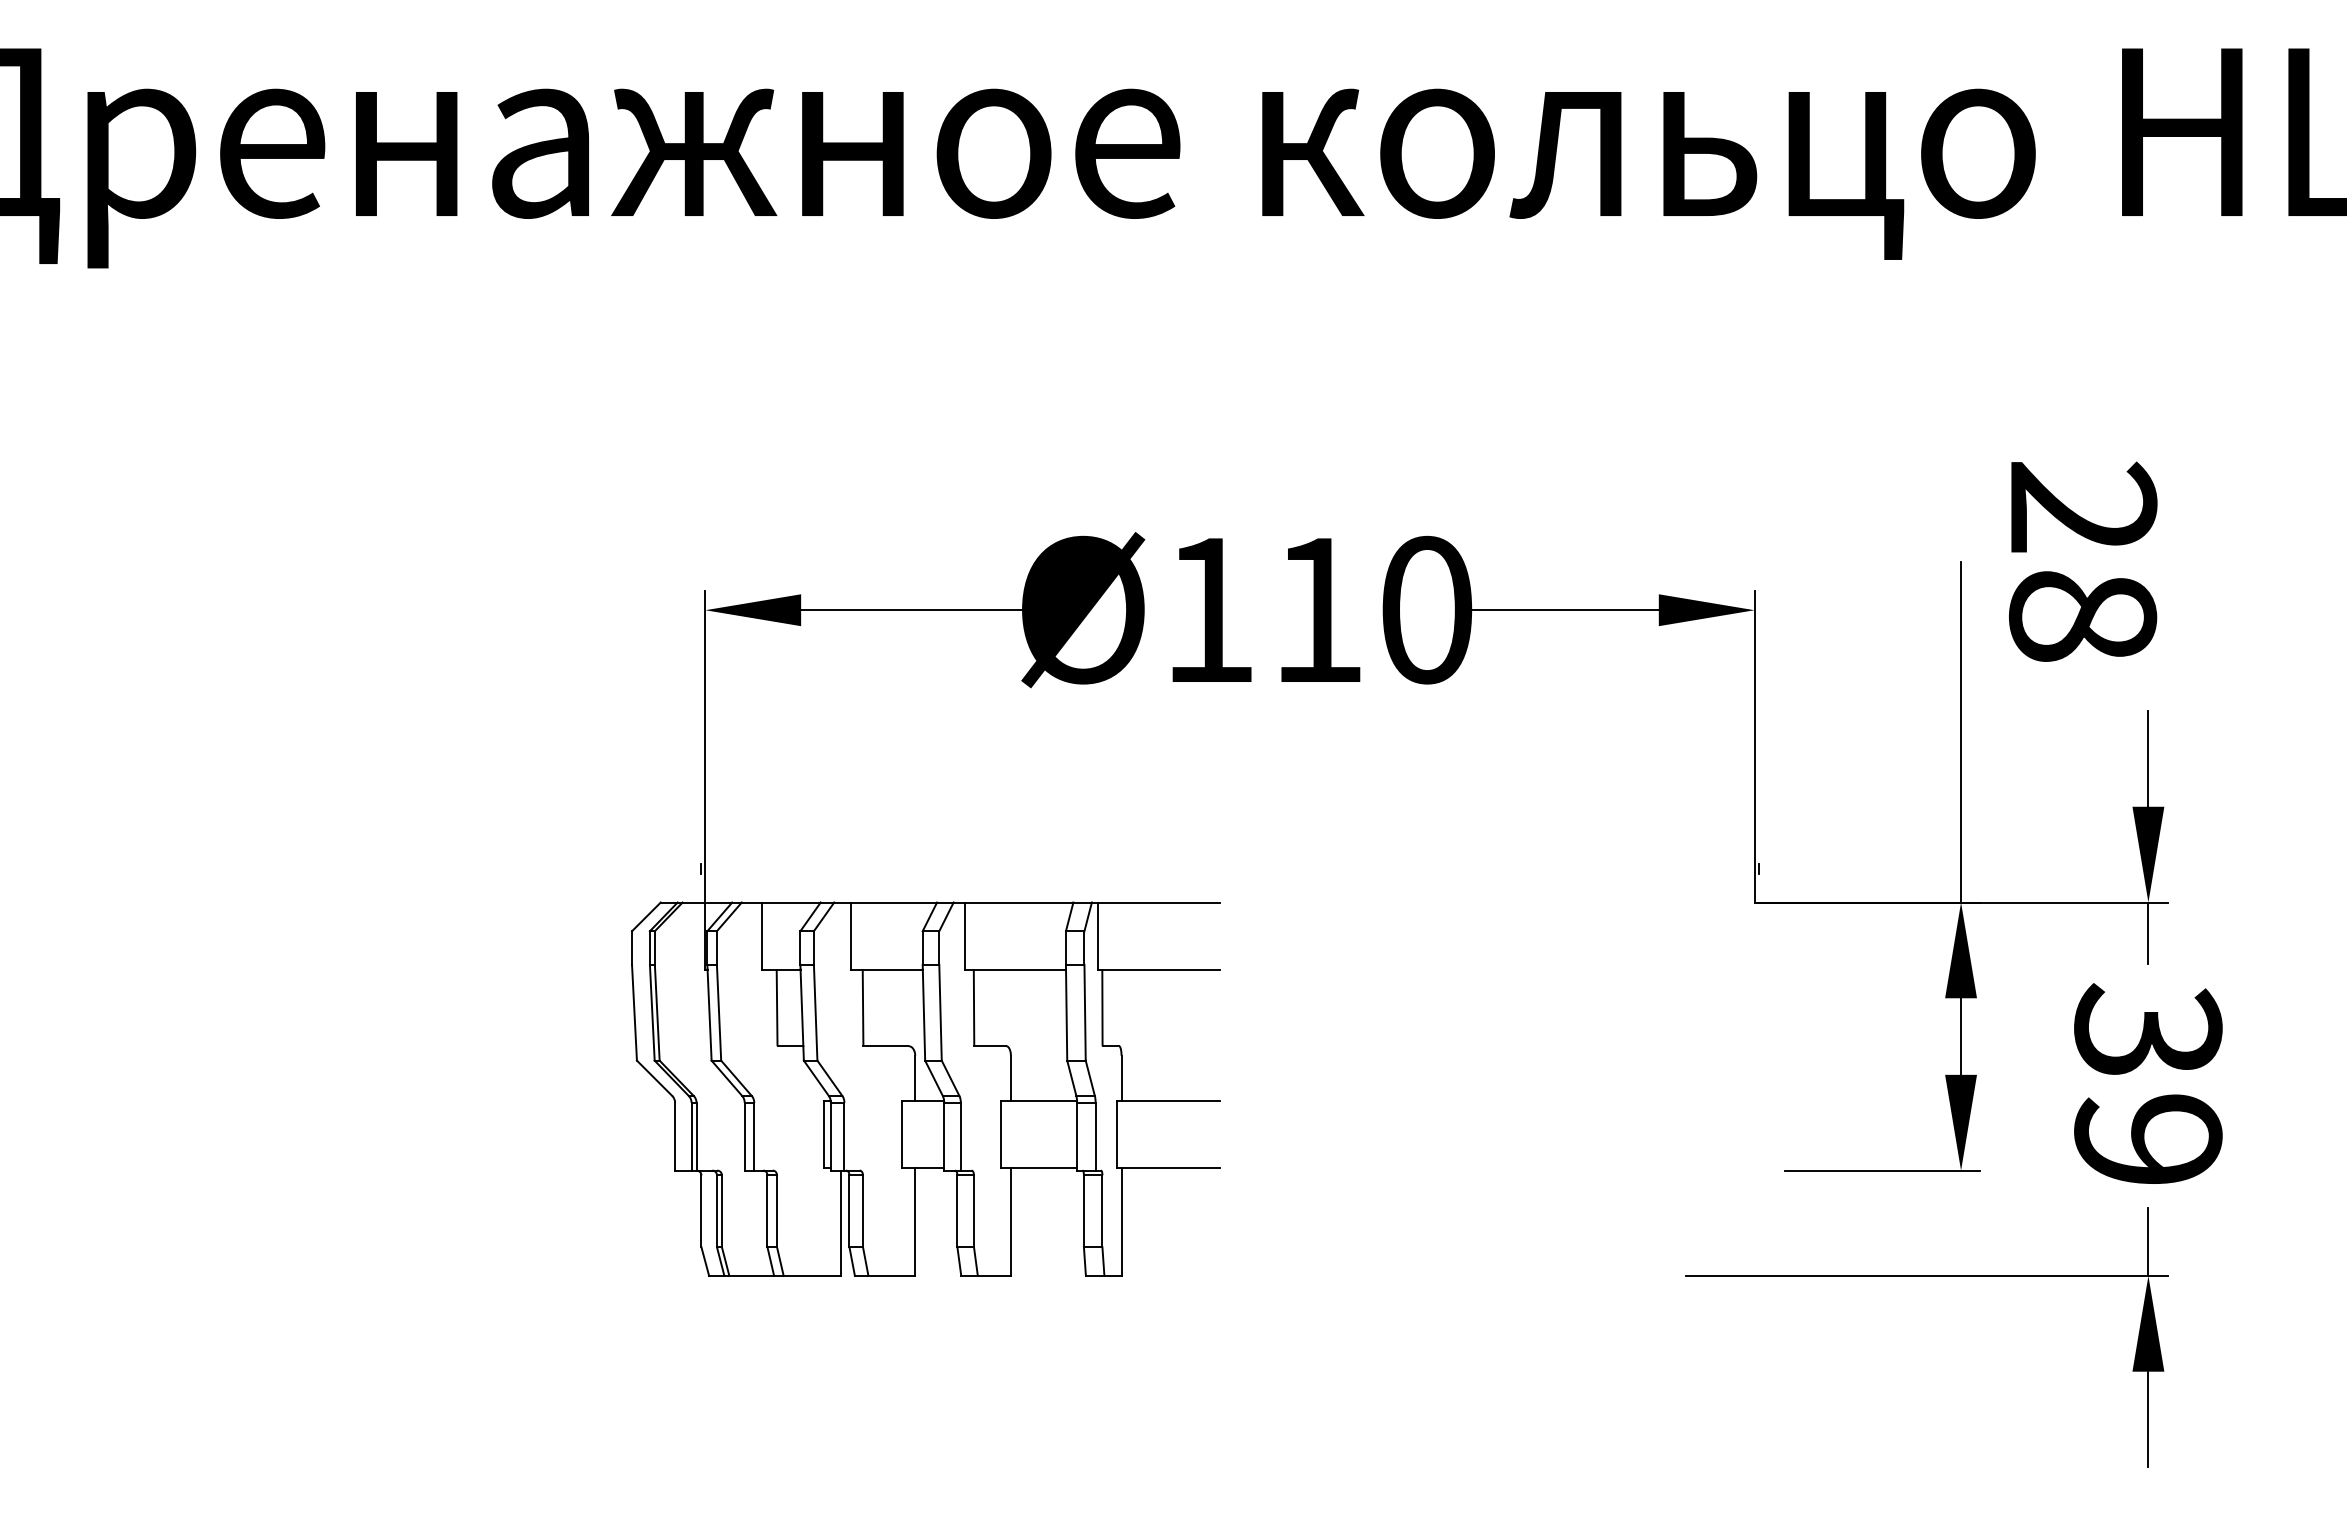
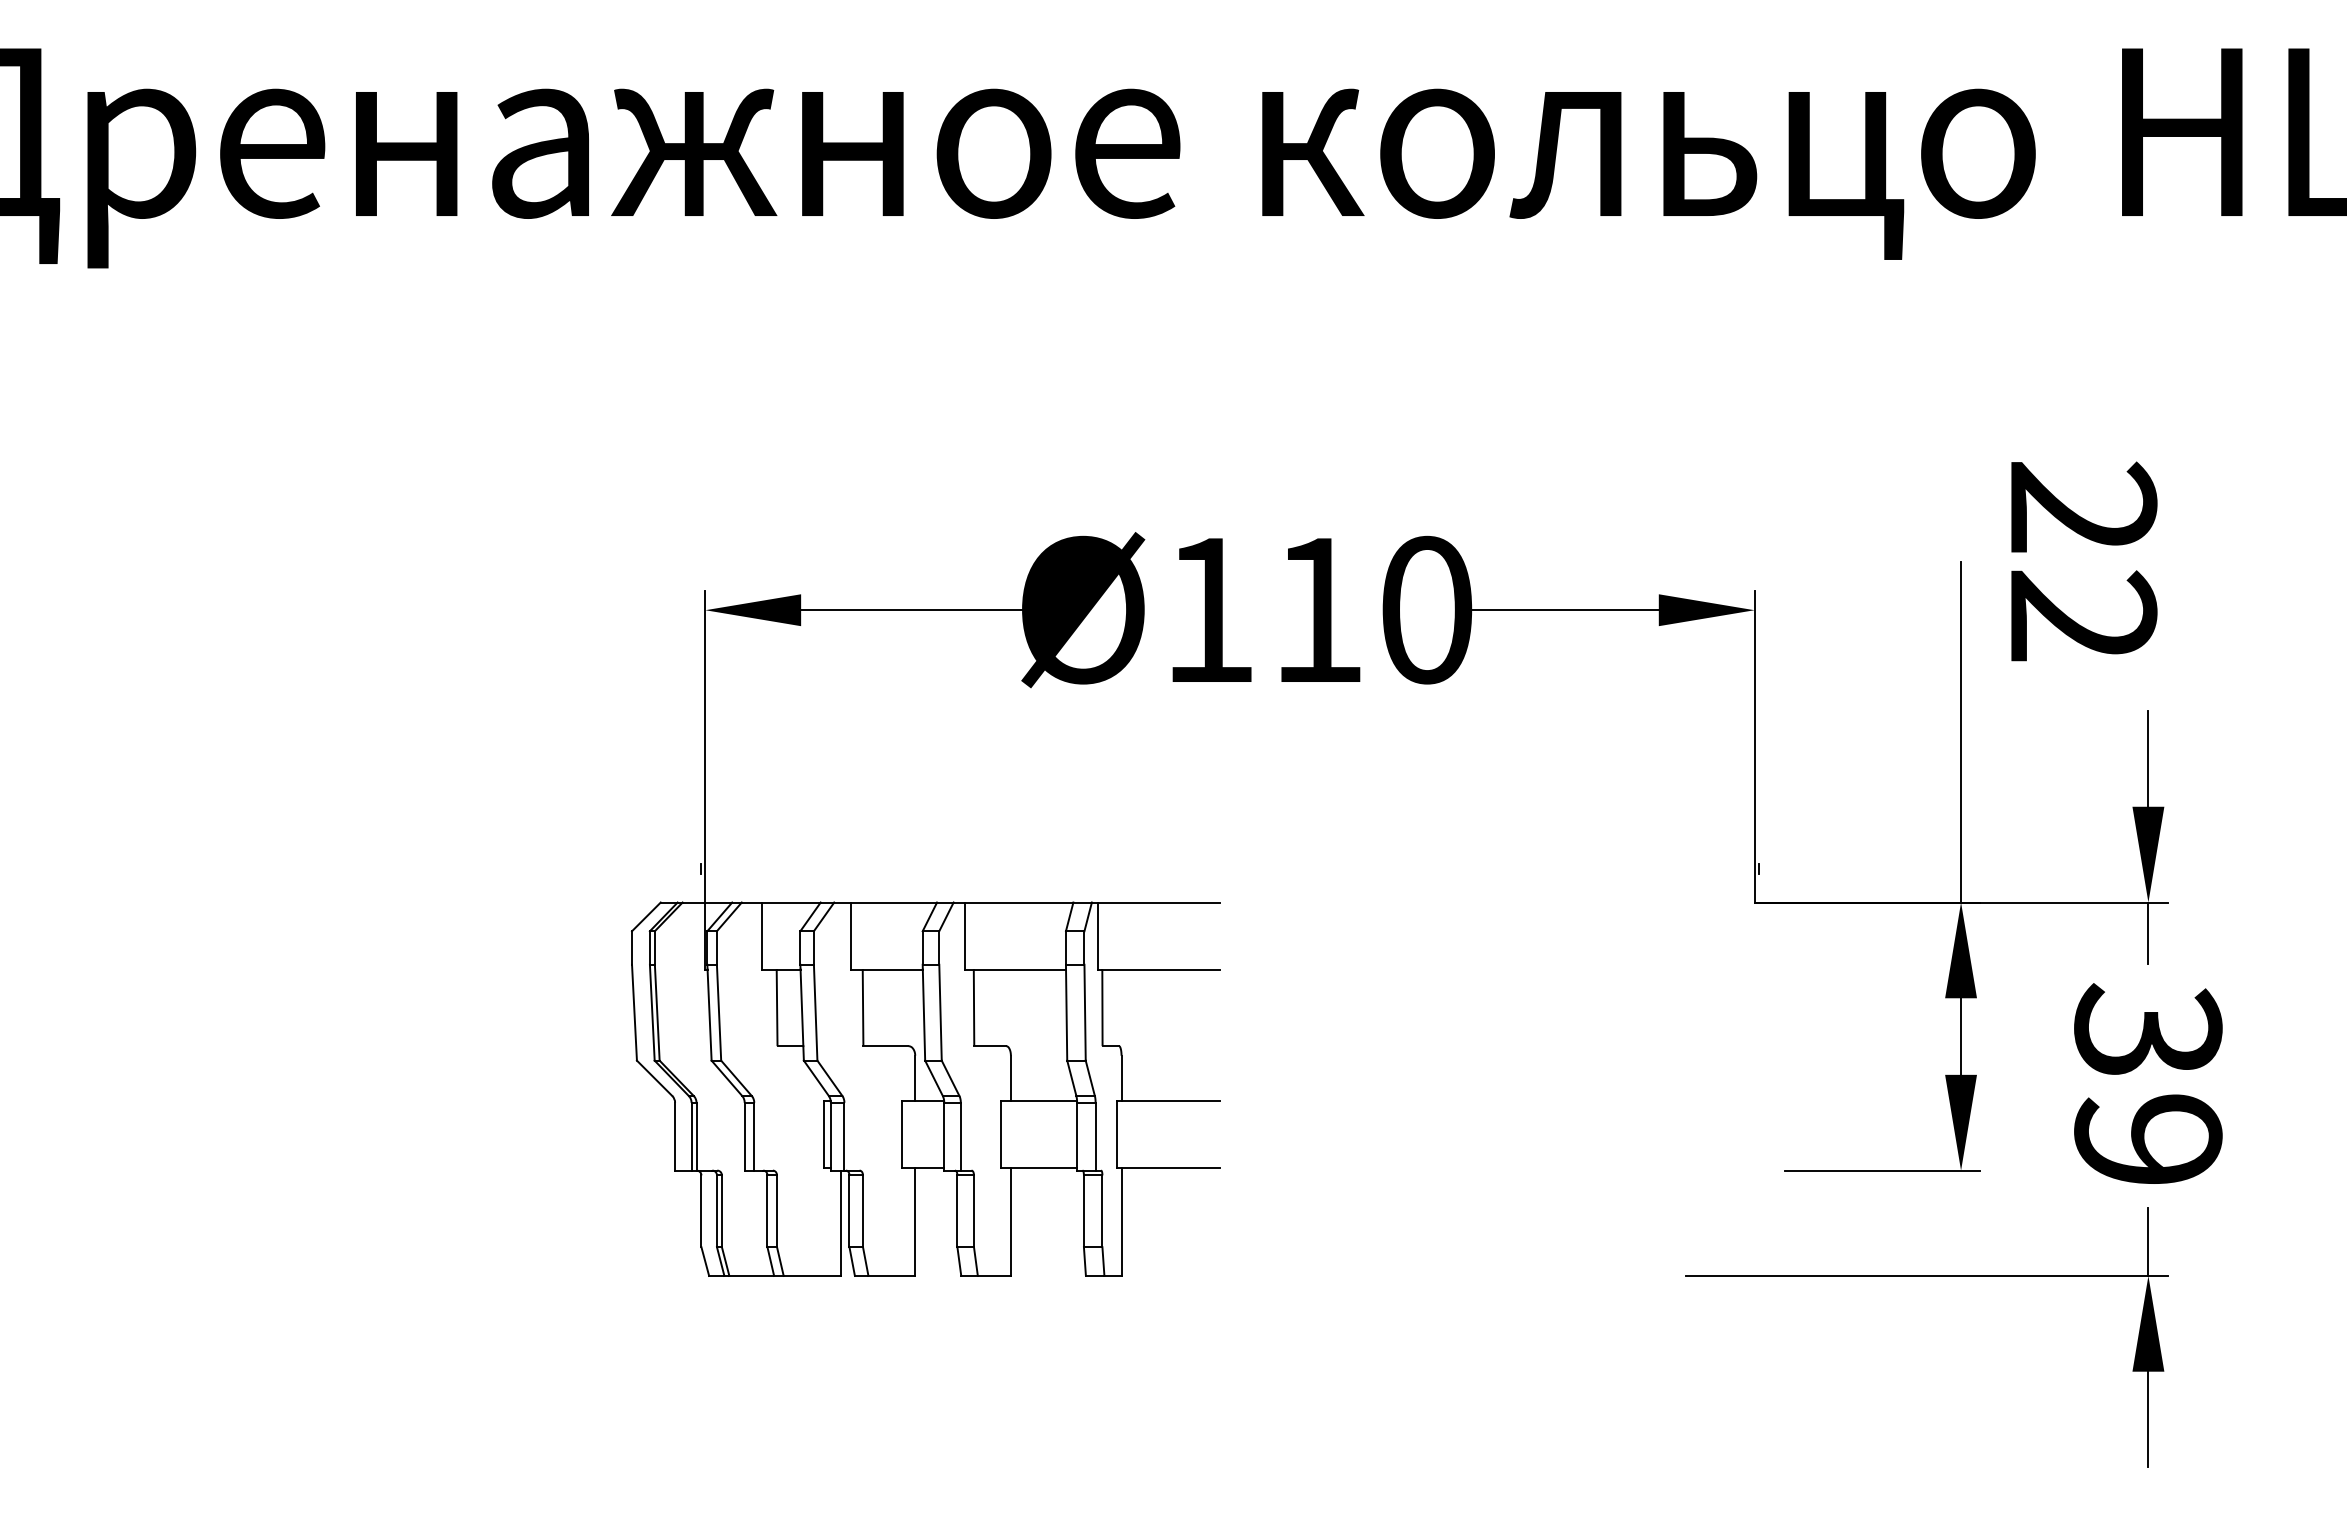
text at (2083, 615): 28 -> 22
